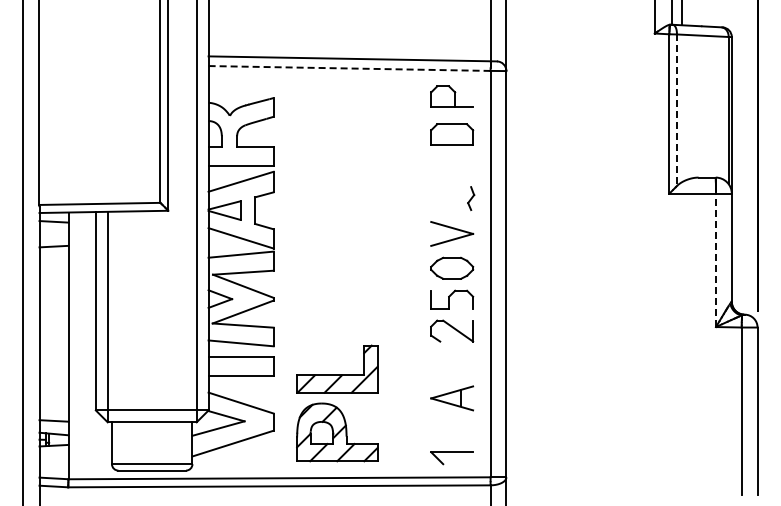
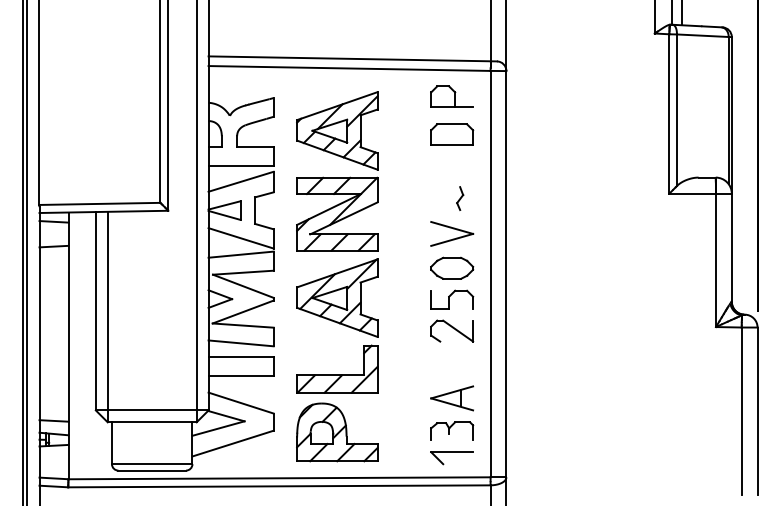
line at (349, 68): dashed -> solid
line at (676, 110): dashed -> solid
part at (471, 198) position: (471, 198) -> (460, 198)
part at (337, 214): none -> present
line at (26, 252): none -> present
line at (715, 259): dashed -> solid
part at (452, 430): none -> present
